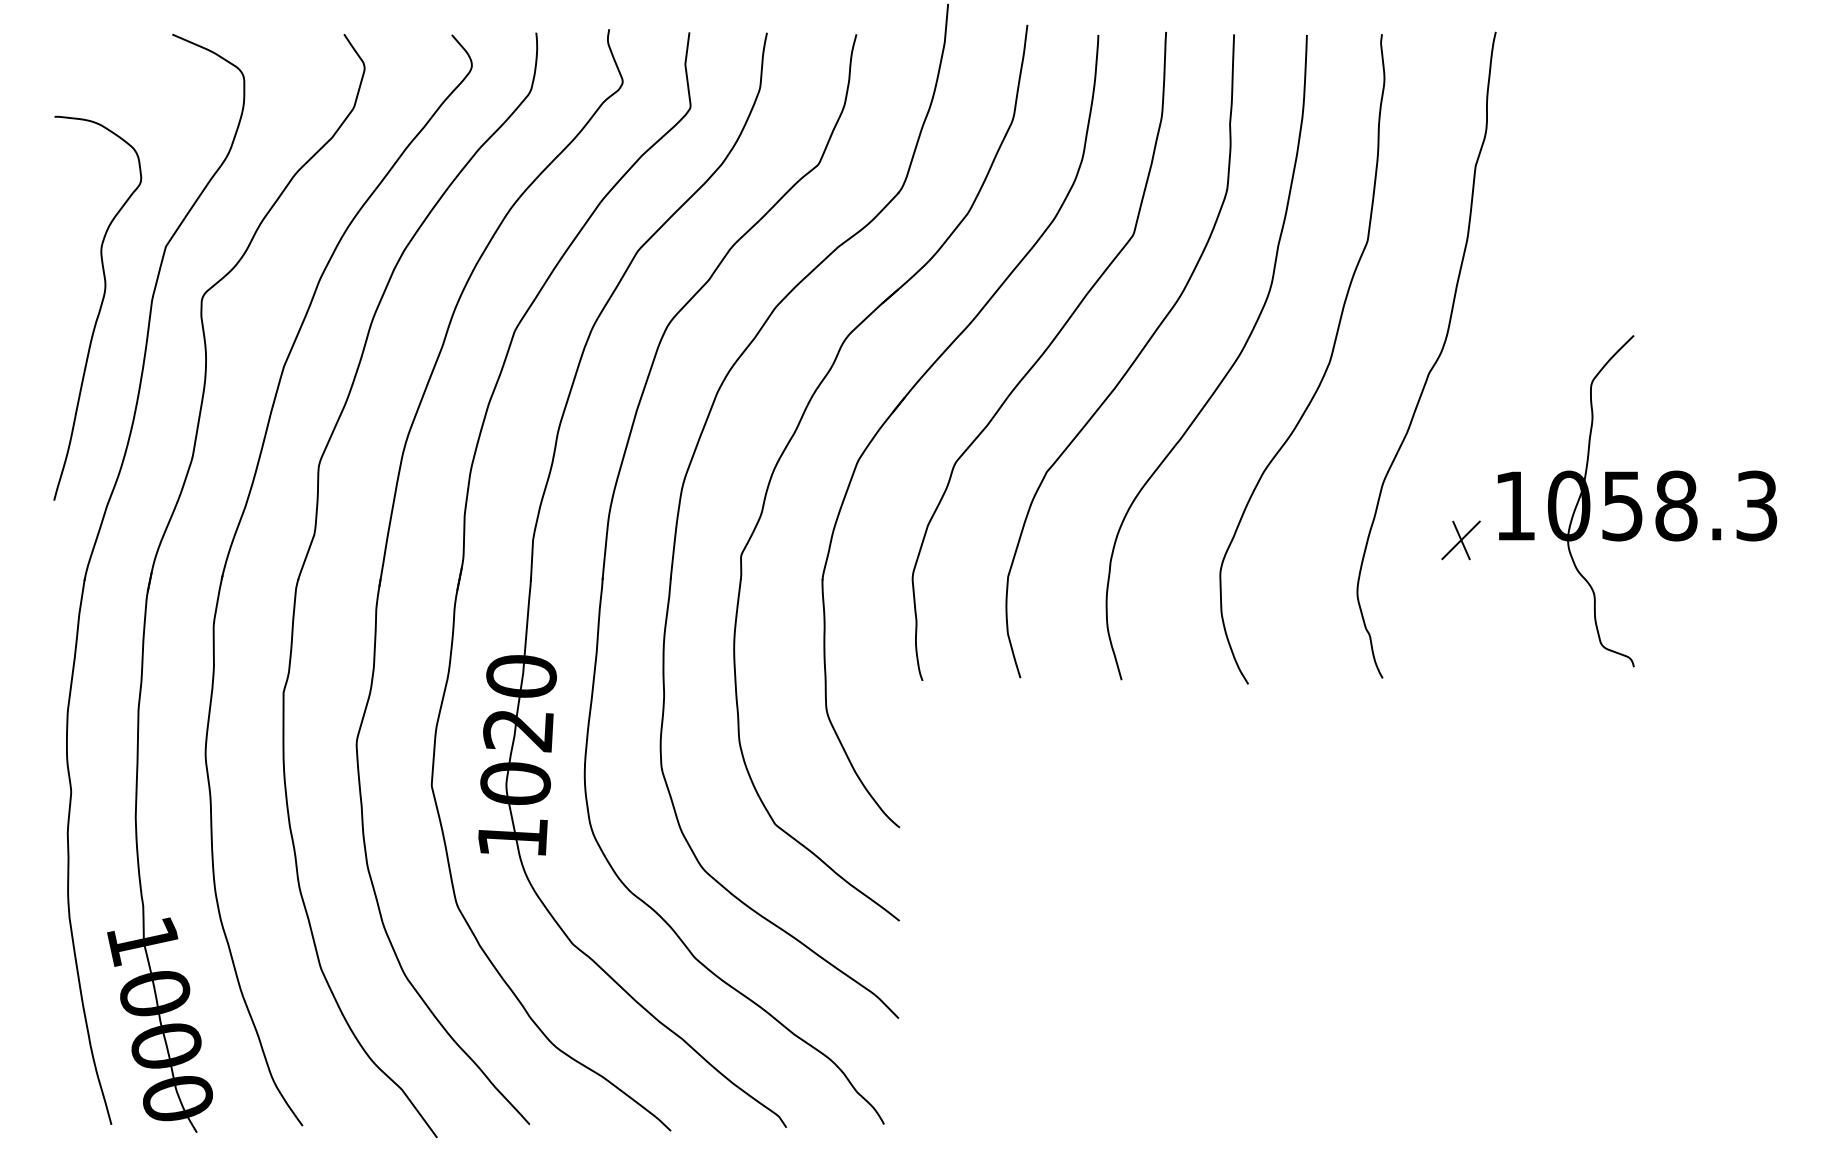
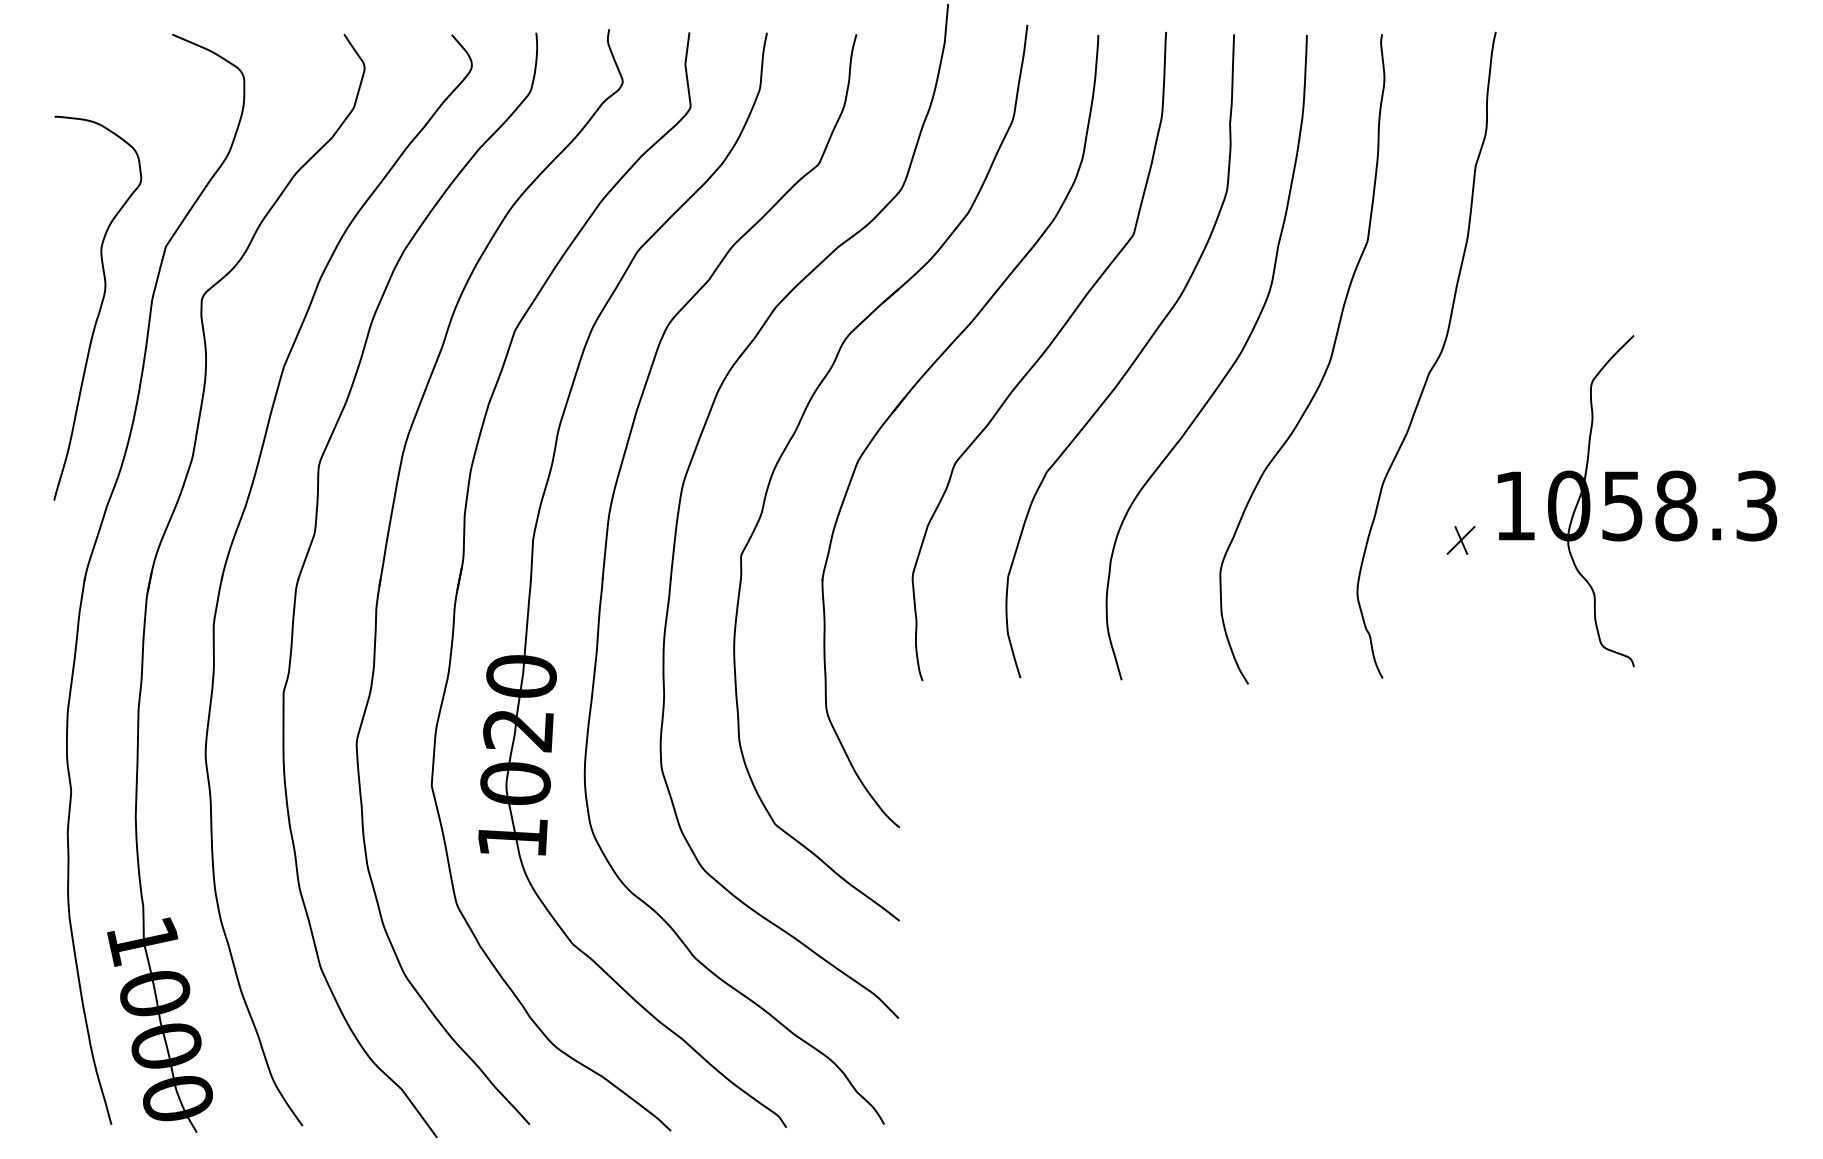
part at (1460, 540) size: 40x41 px -> 30x29 px
